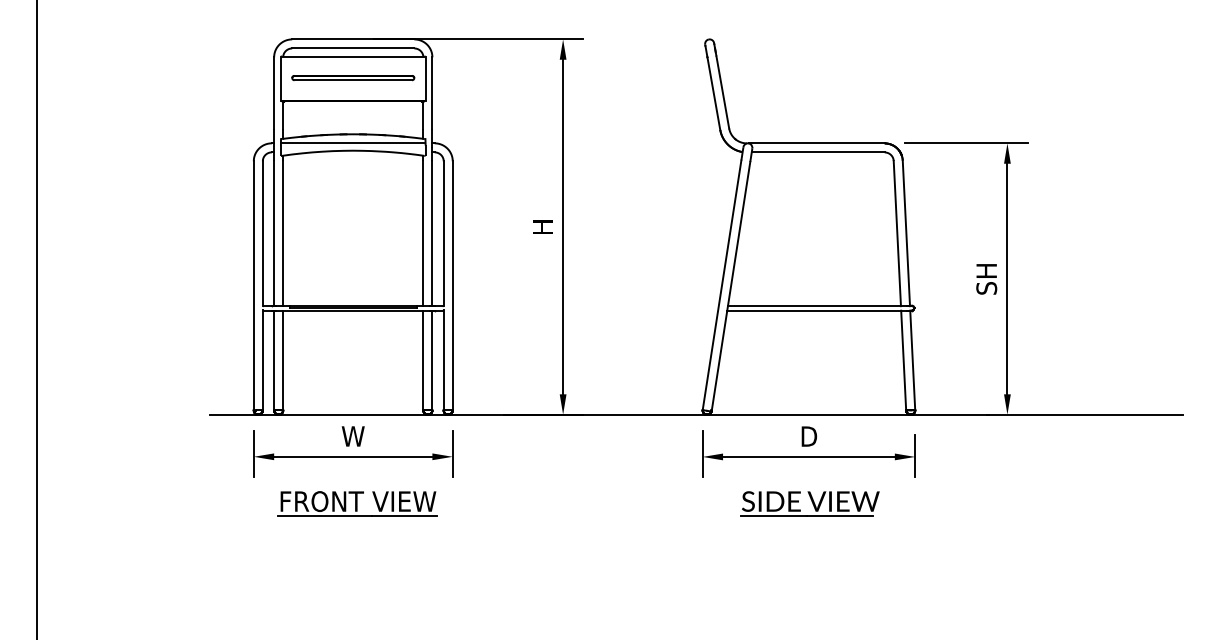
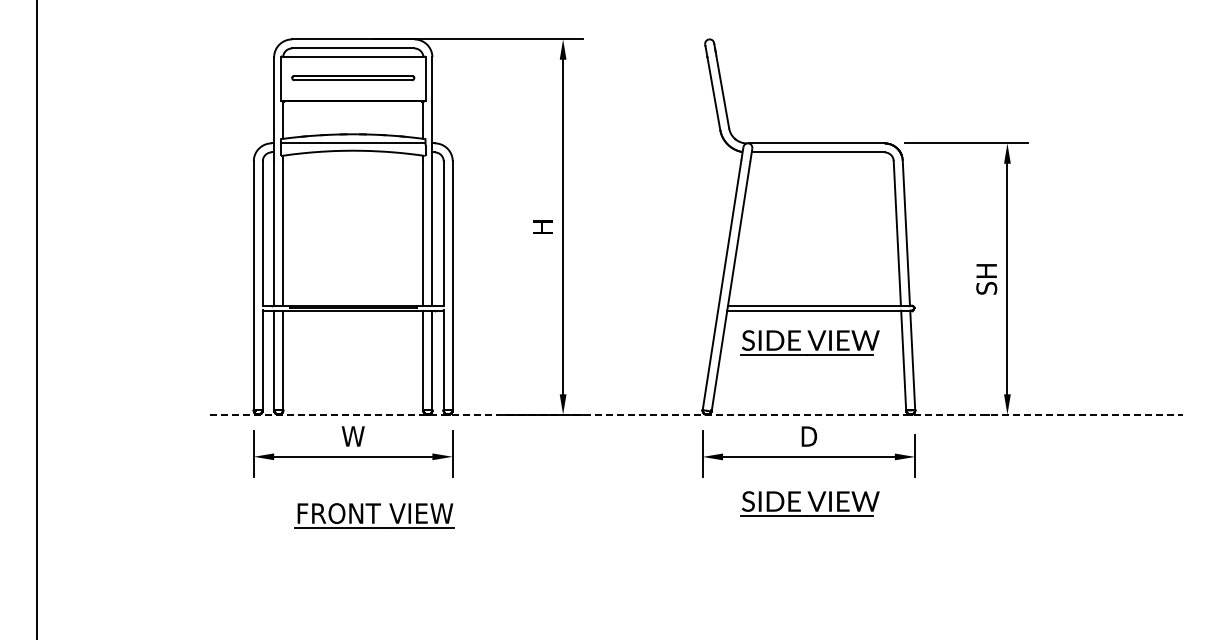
part at (809, 342): none -> present
line at (696, 414): solid -> dashed
part at (357, 503) position: (357, 503) -> (374, 515)
